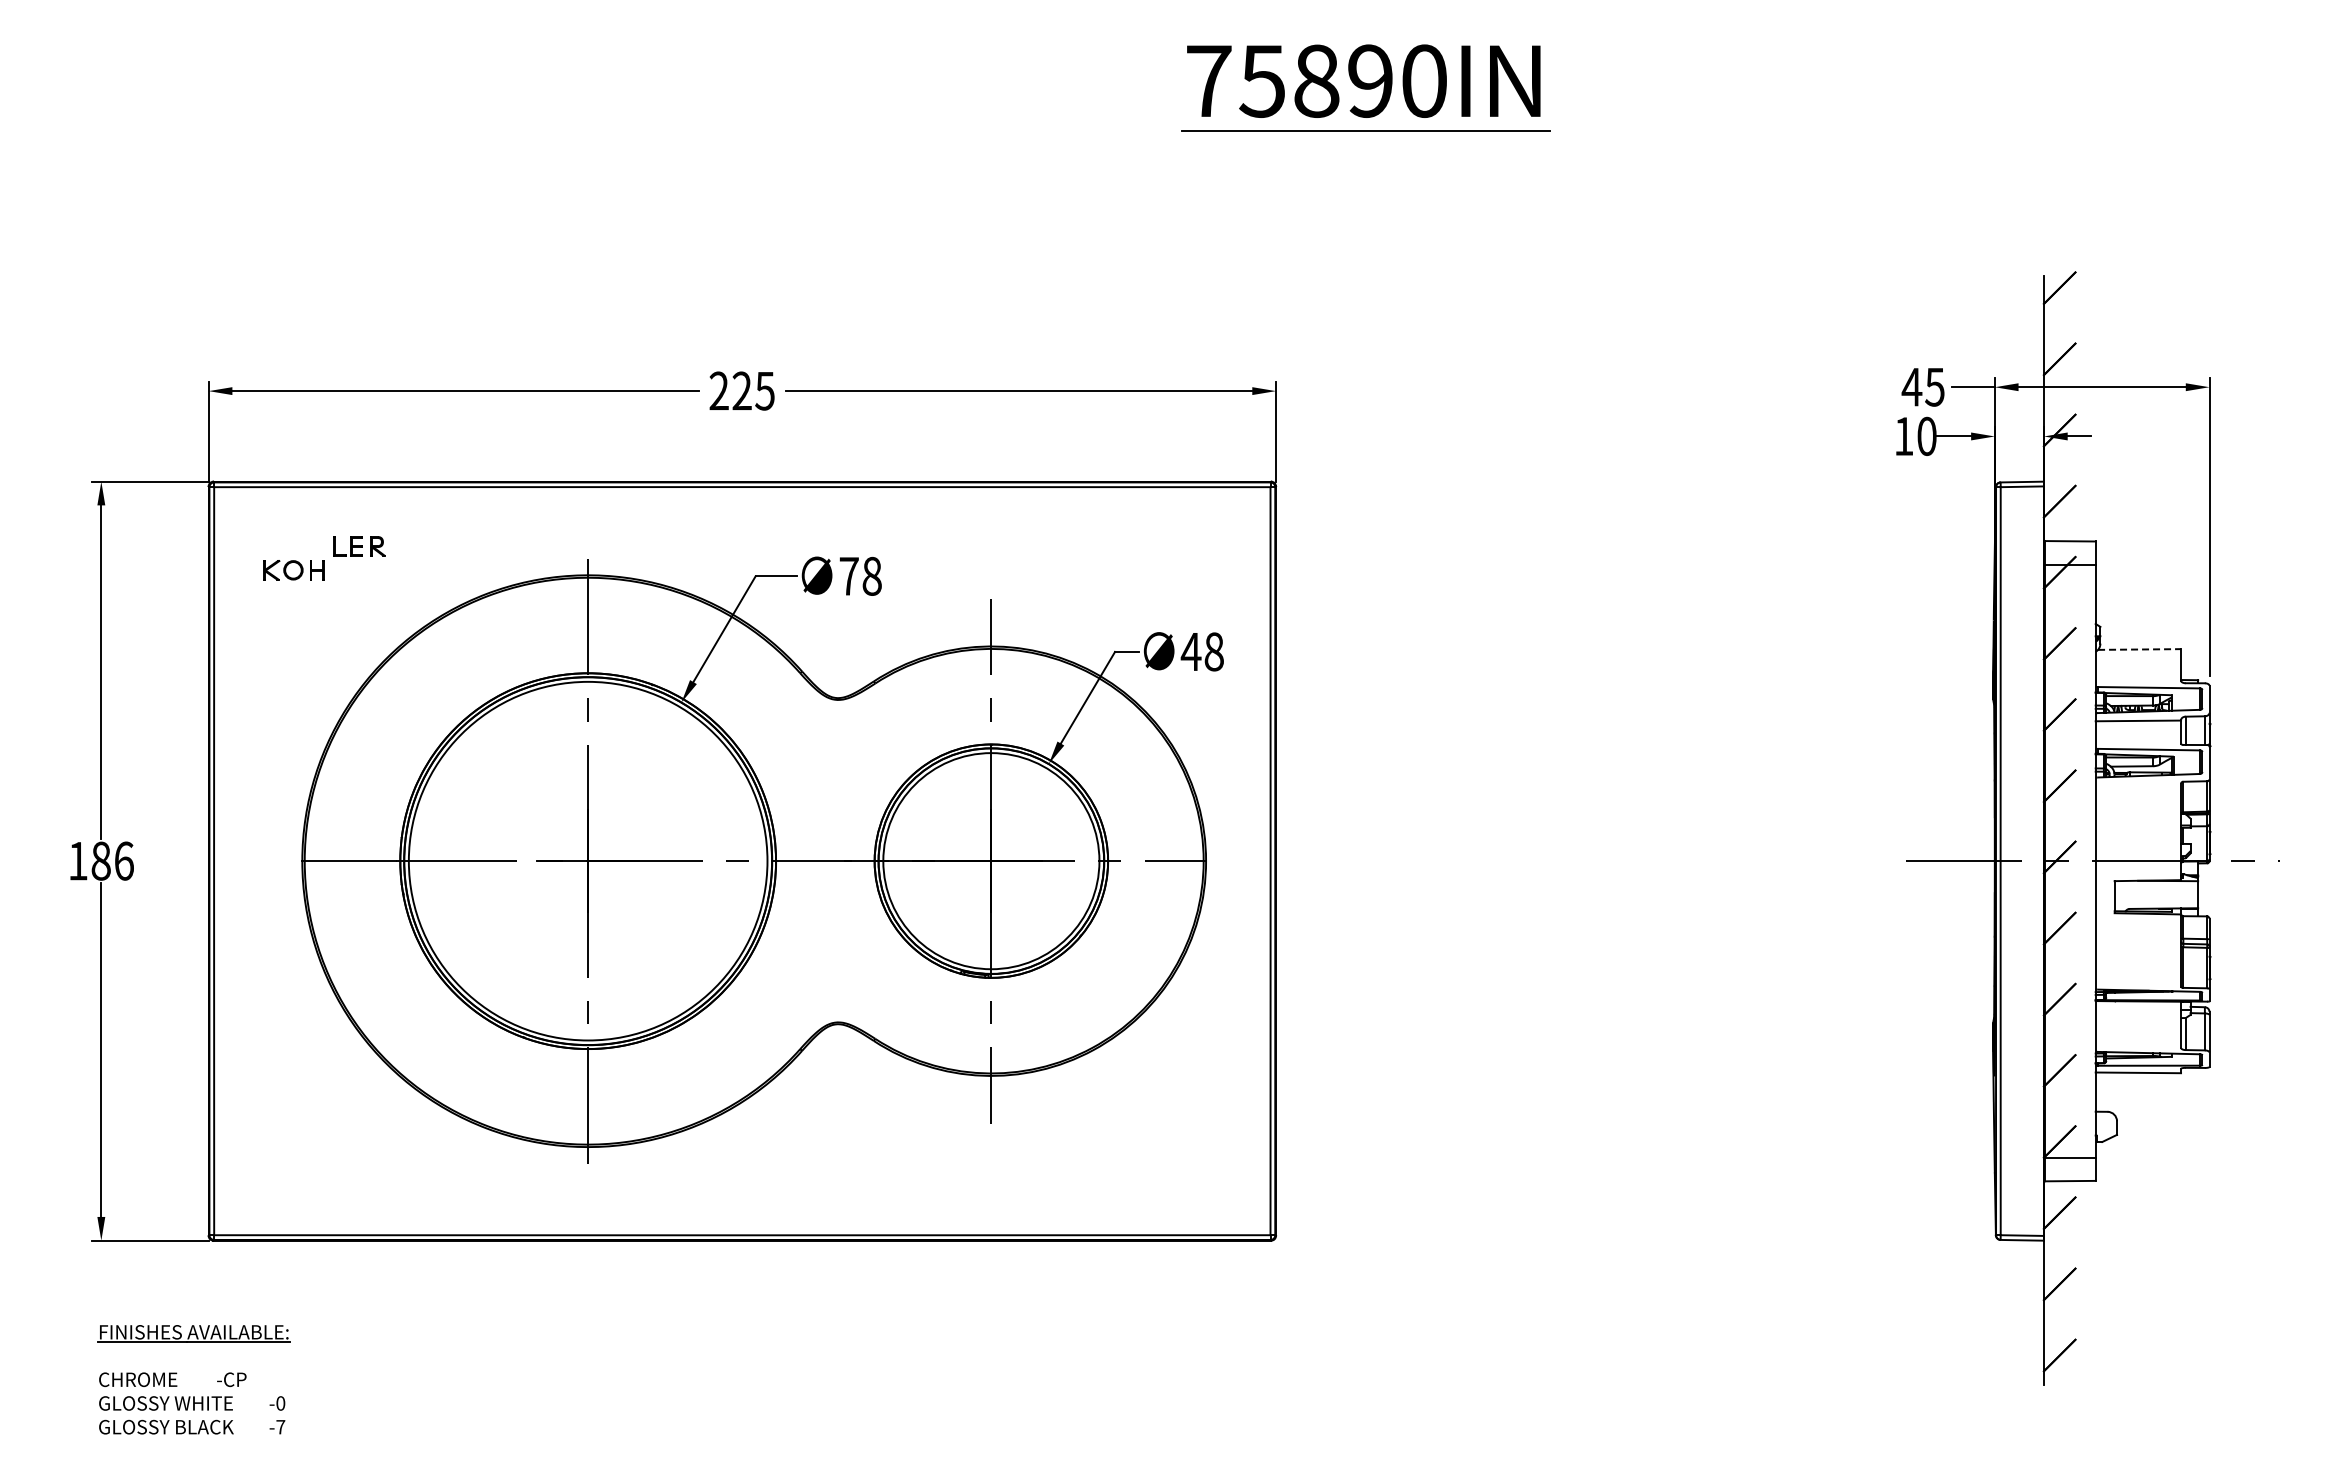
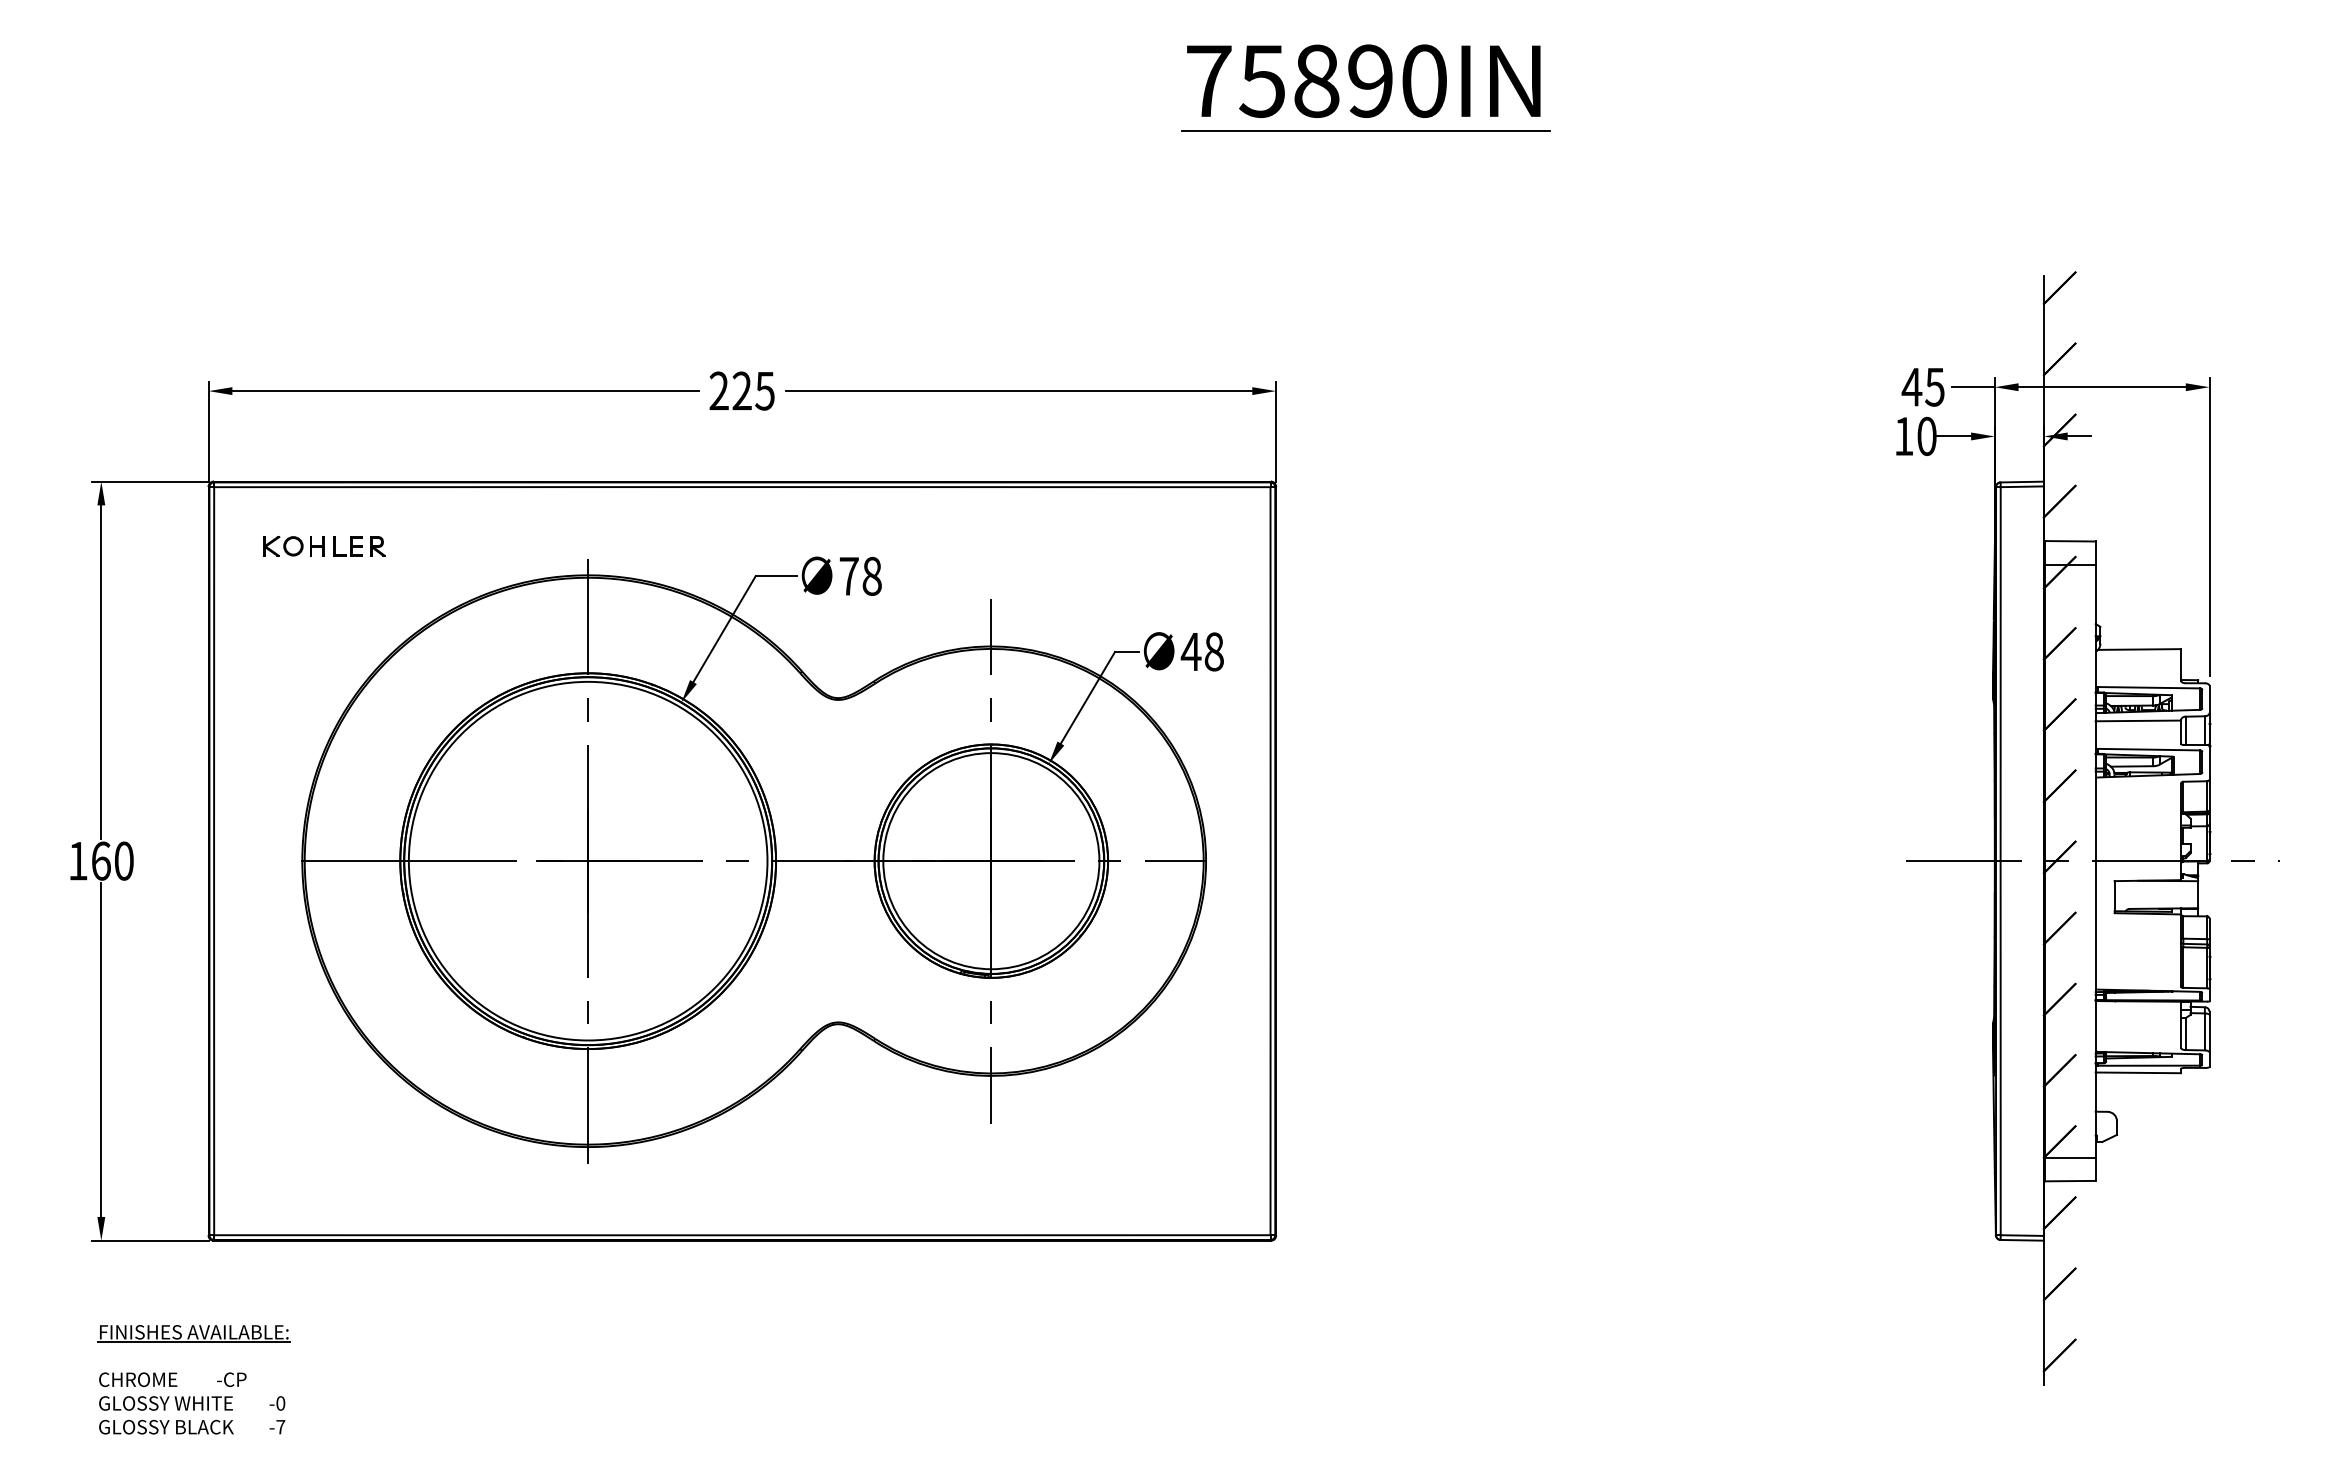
part at (293, 570) position: (293, 570) -> (293, 546)
line at (2139, 649): dashed -> solid
text at (112, 860): 186 -> 160
